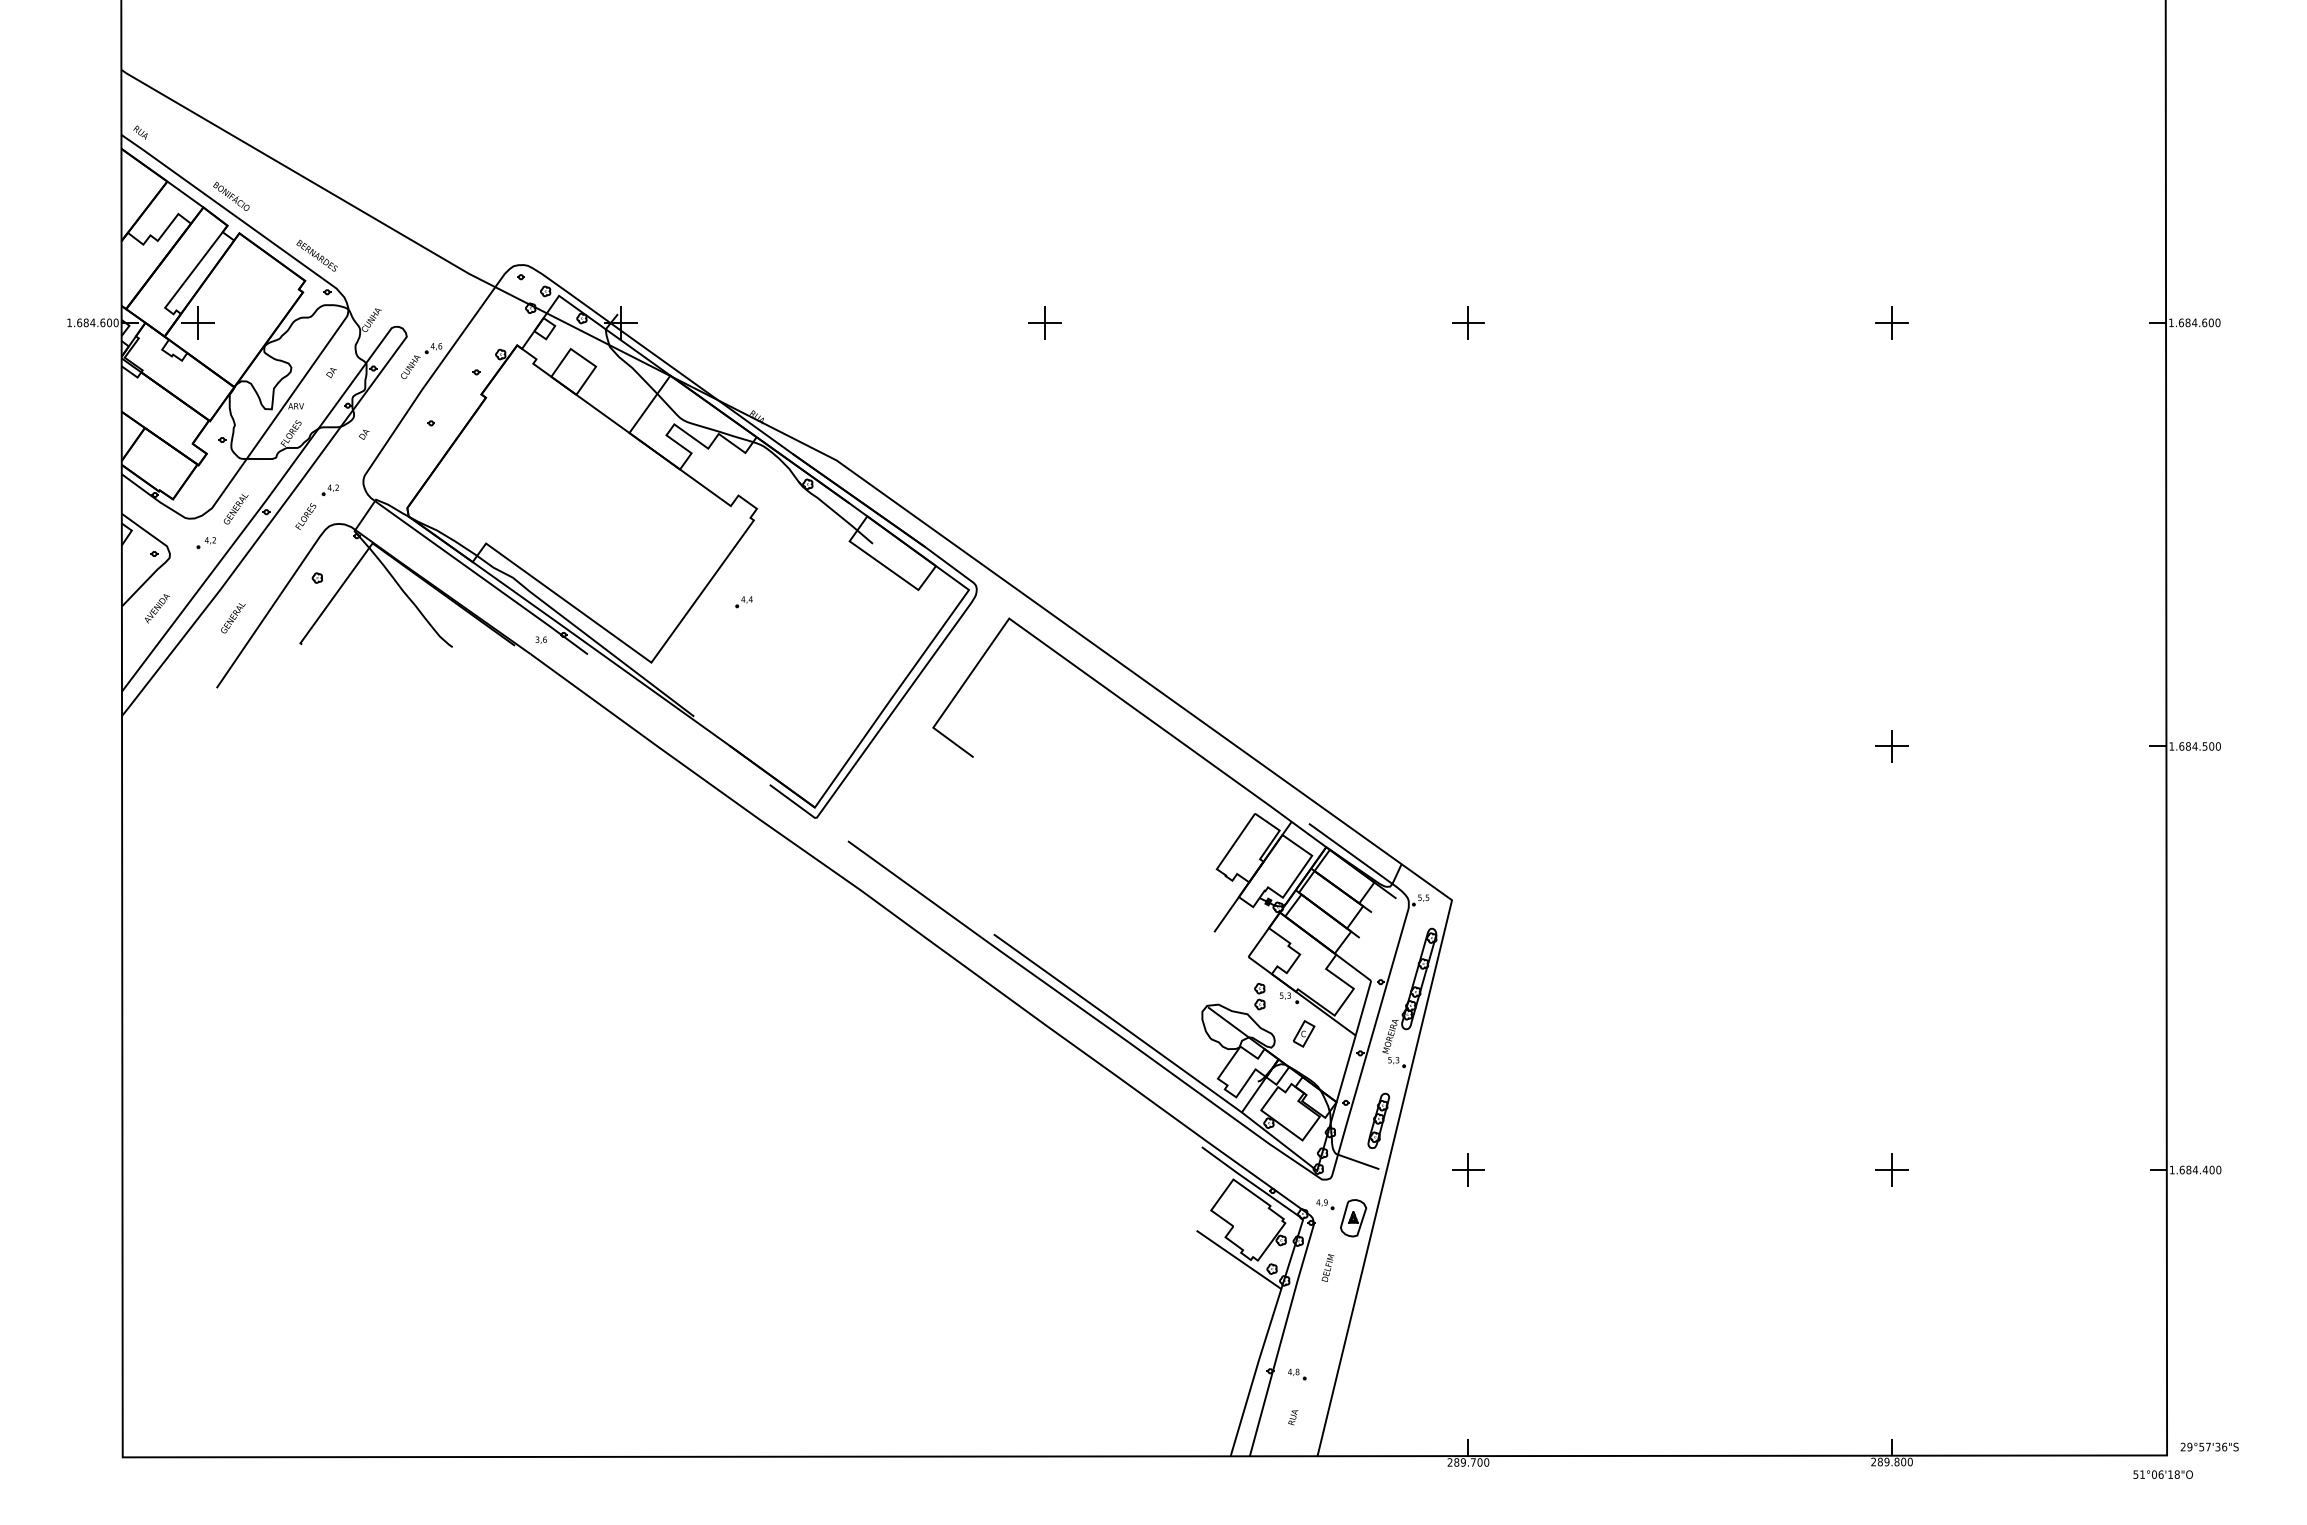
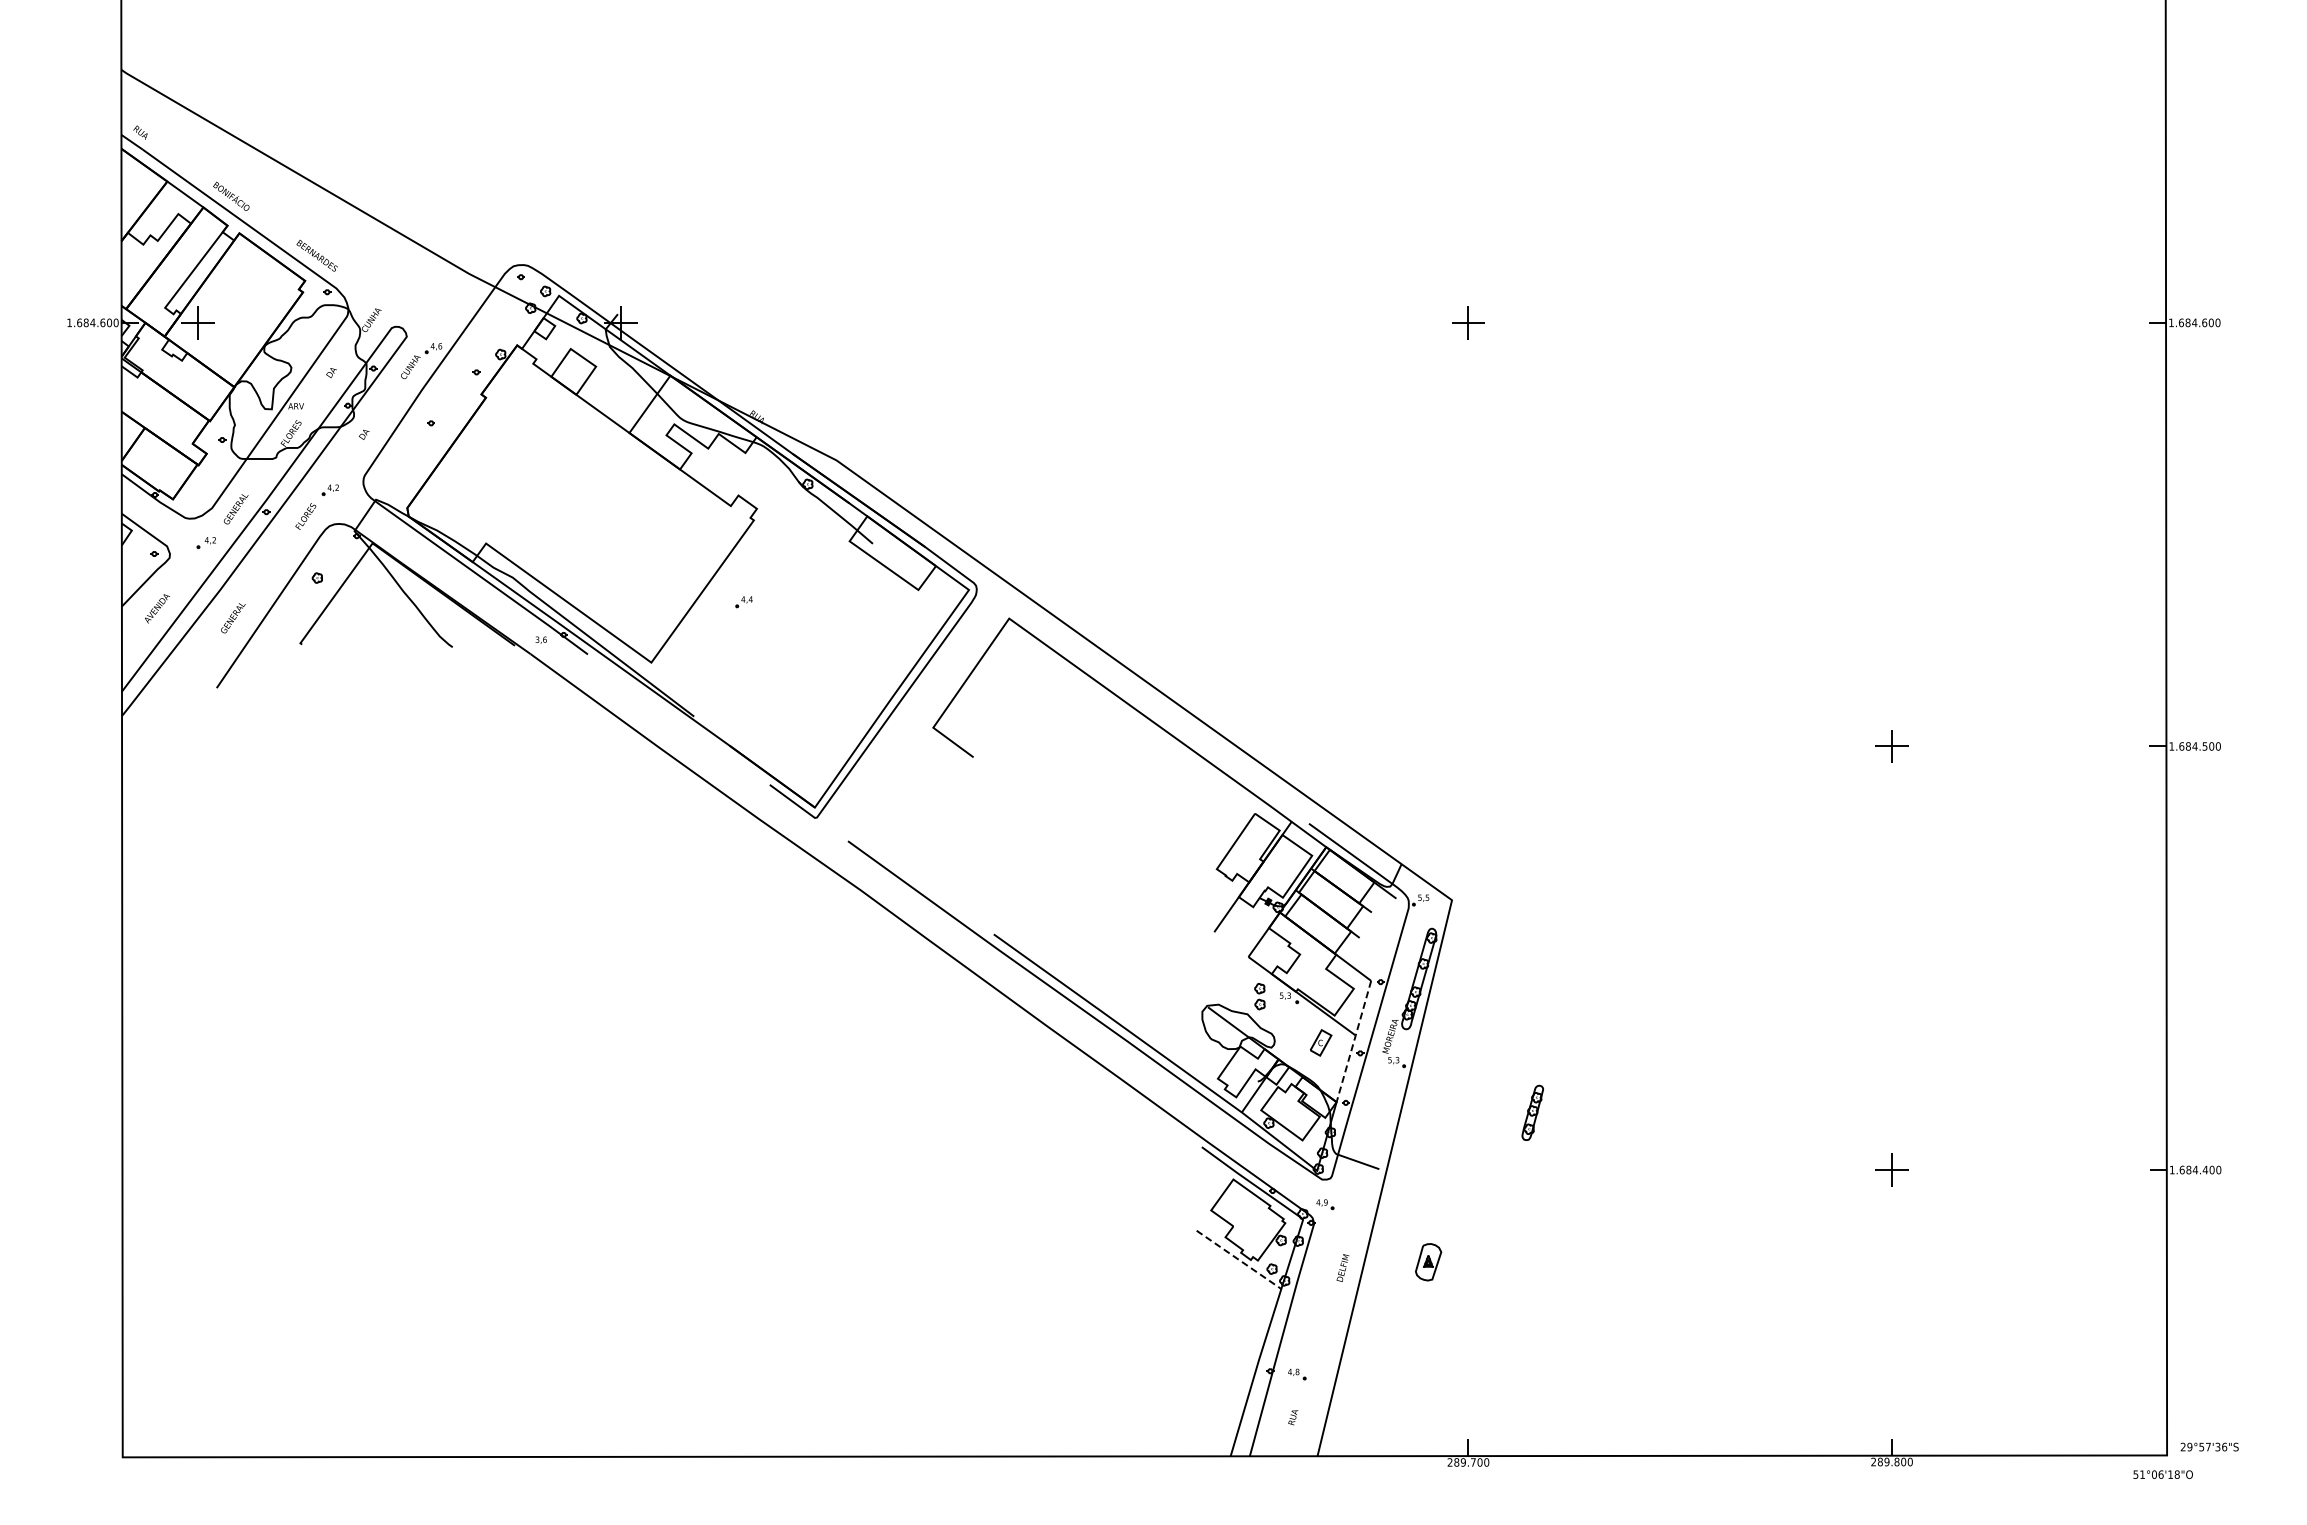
part at (1044, 322): present -> none
part at (1891, 322): present -> none
part at (1303, 1033) position: (1303, 1033) -> (1320, 1042)
line at (1354, 1041): solid -> dashed
part at (1378, 1120) position: (1378, 1120) -> (1532, 1112)
part at (1468, 1169): present -> none
part at (1353, 1218) position: (1353, 1218) -> (1428, 1262)
line at (1239, 1260): solid -> dashed
text at (1327, 1267) position: (1327, 1267) -> (1342, 1267)
